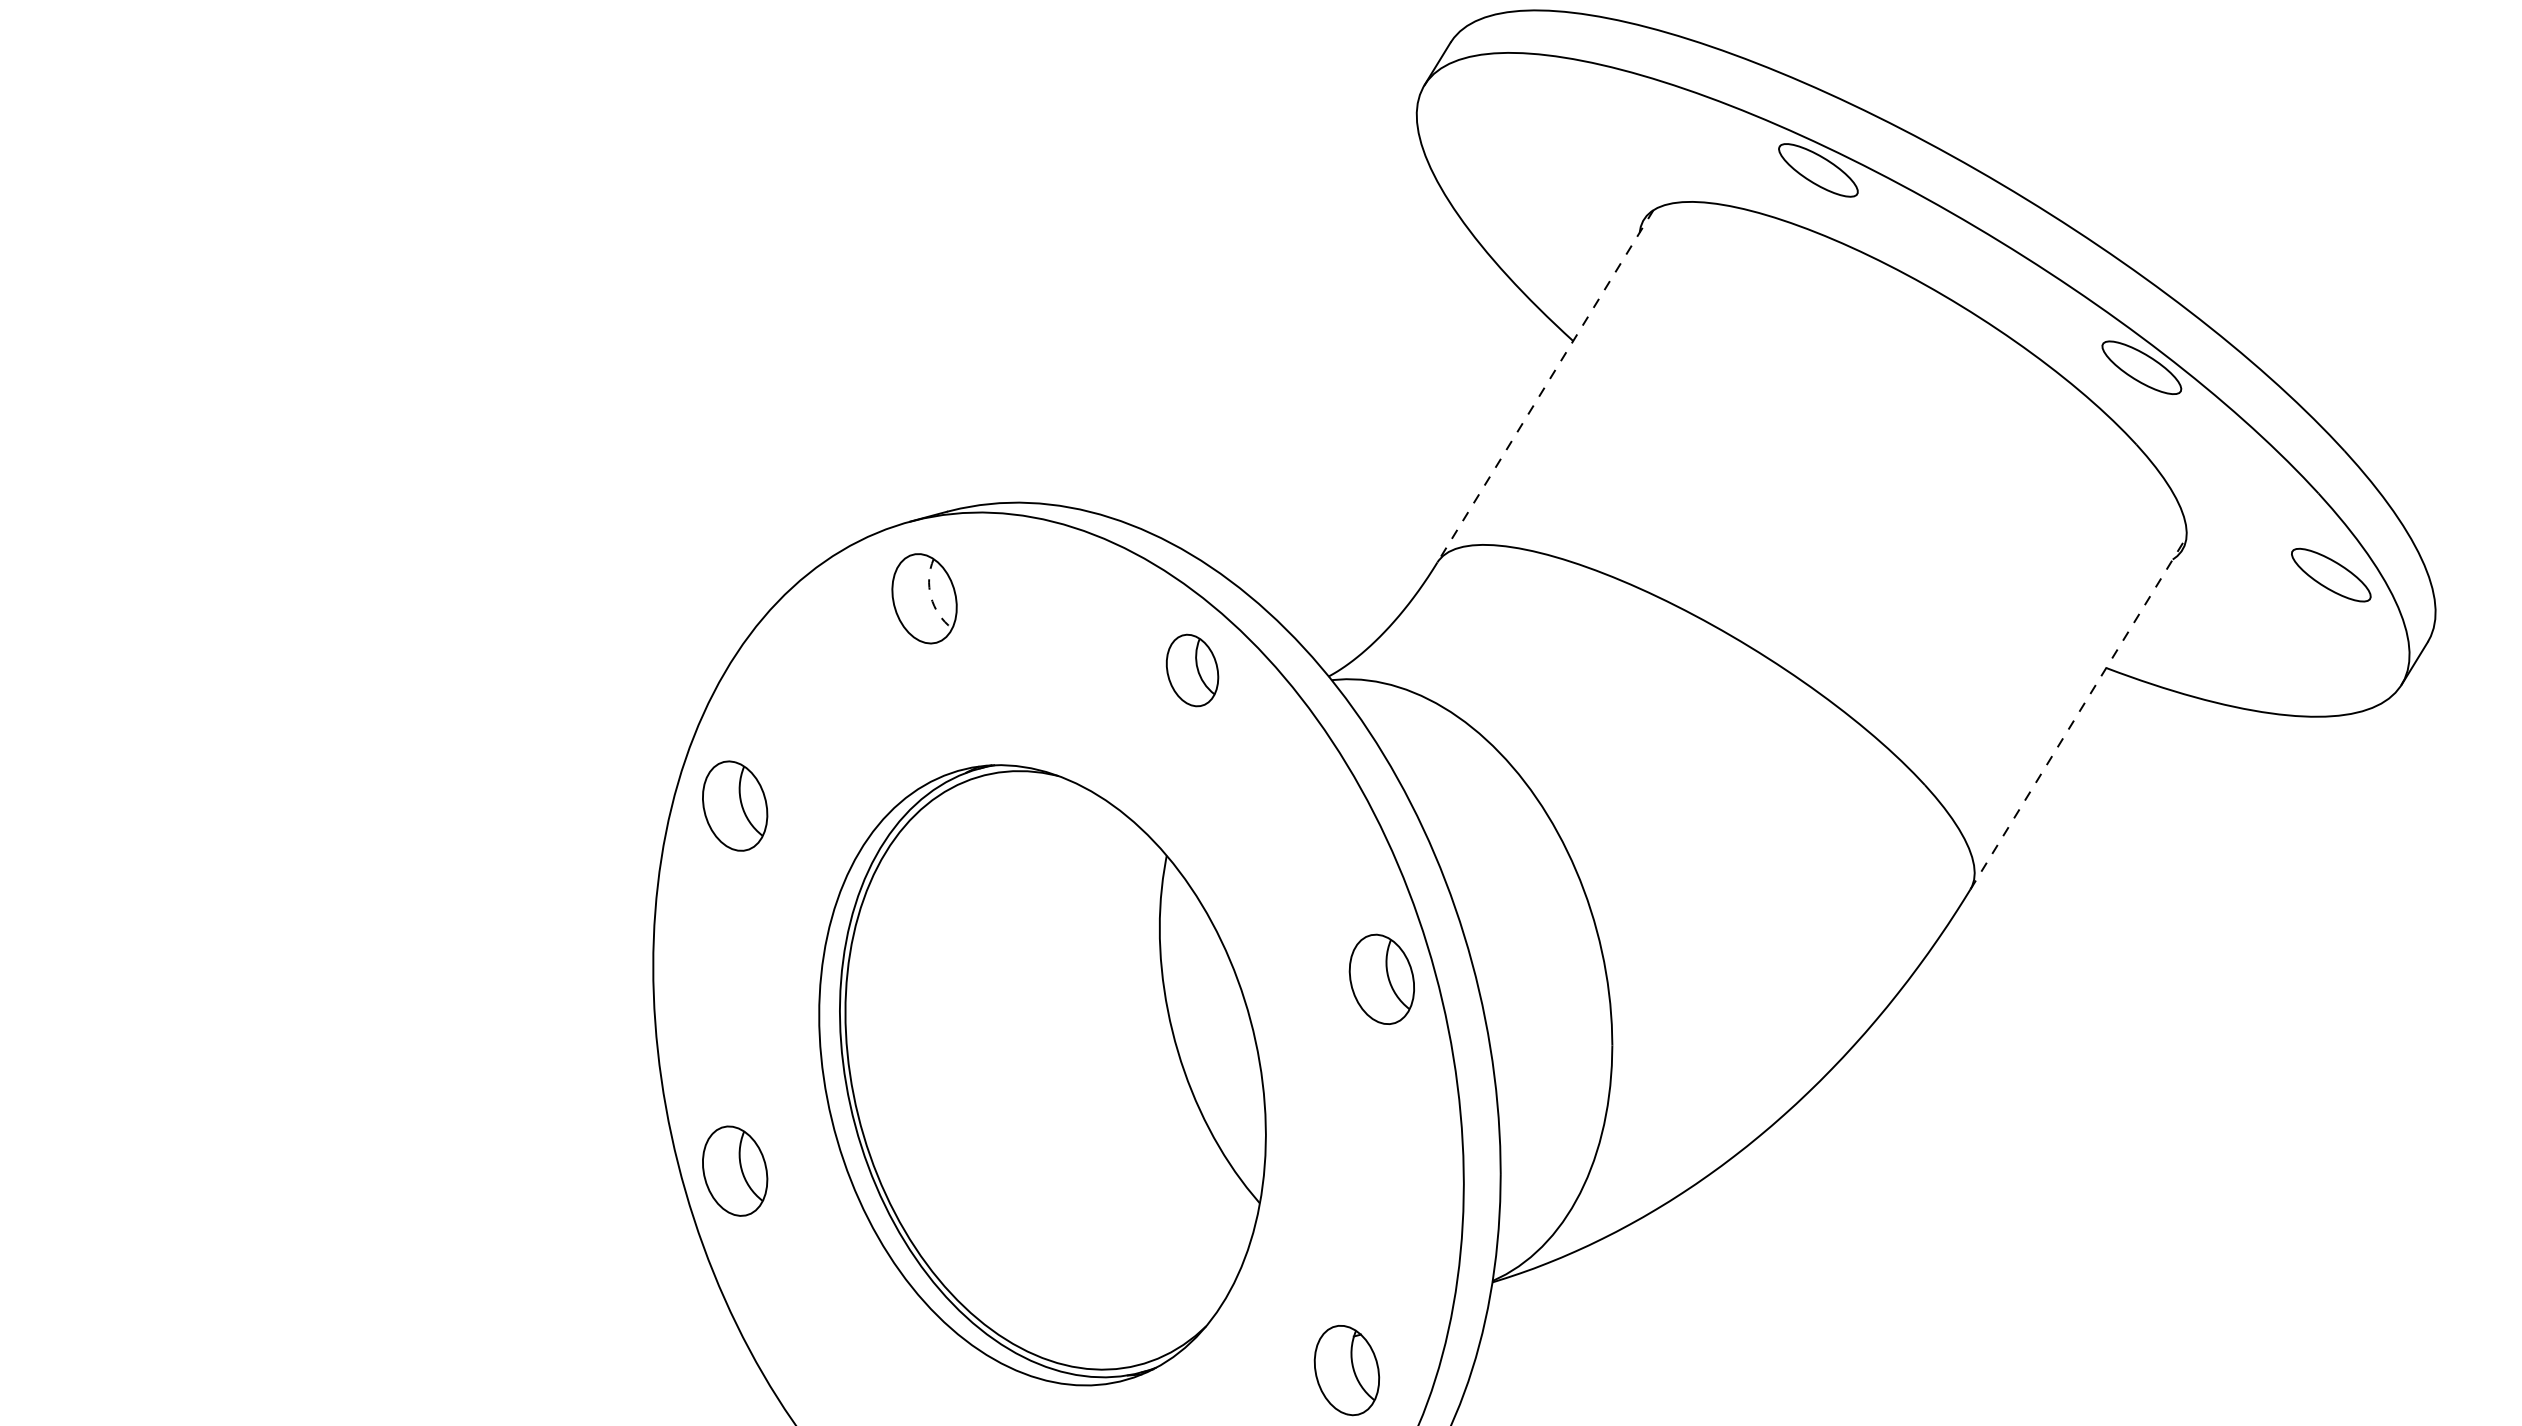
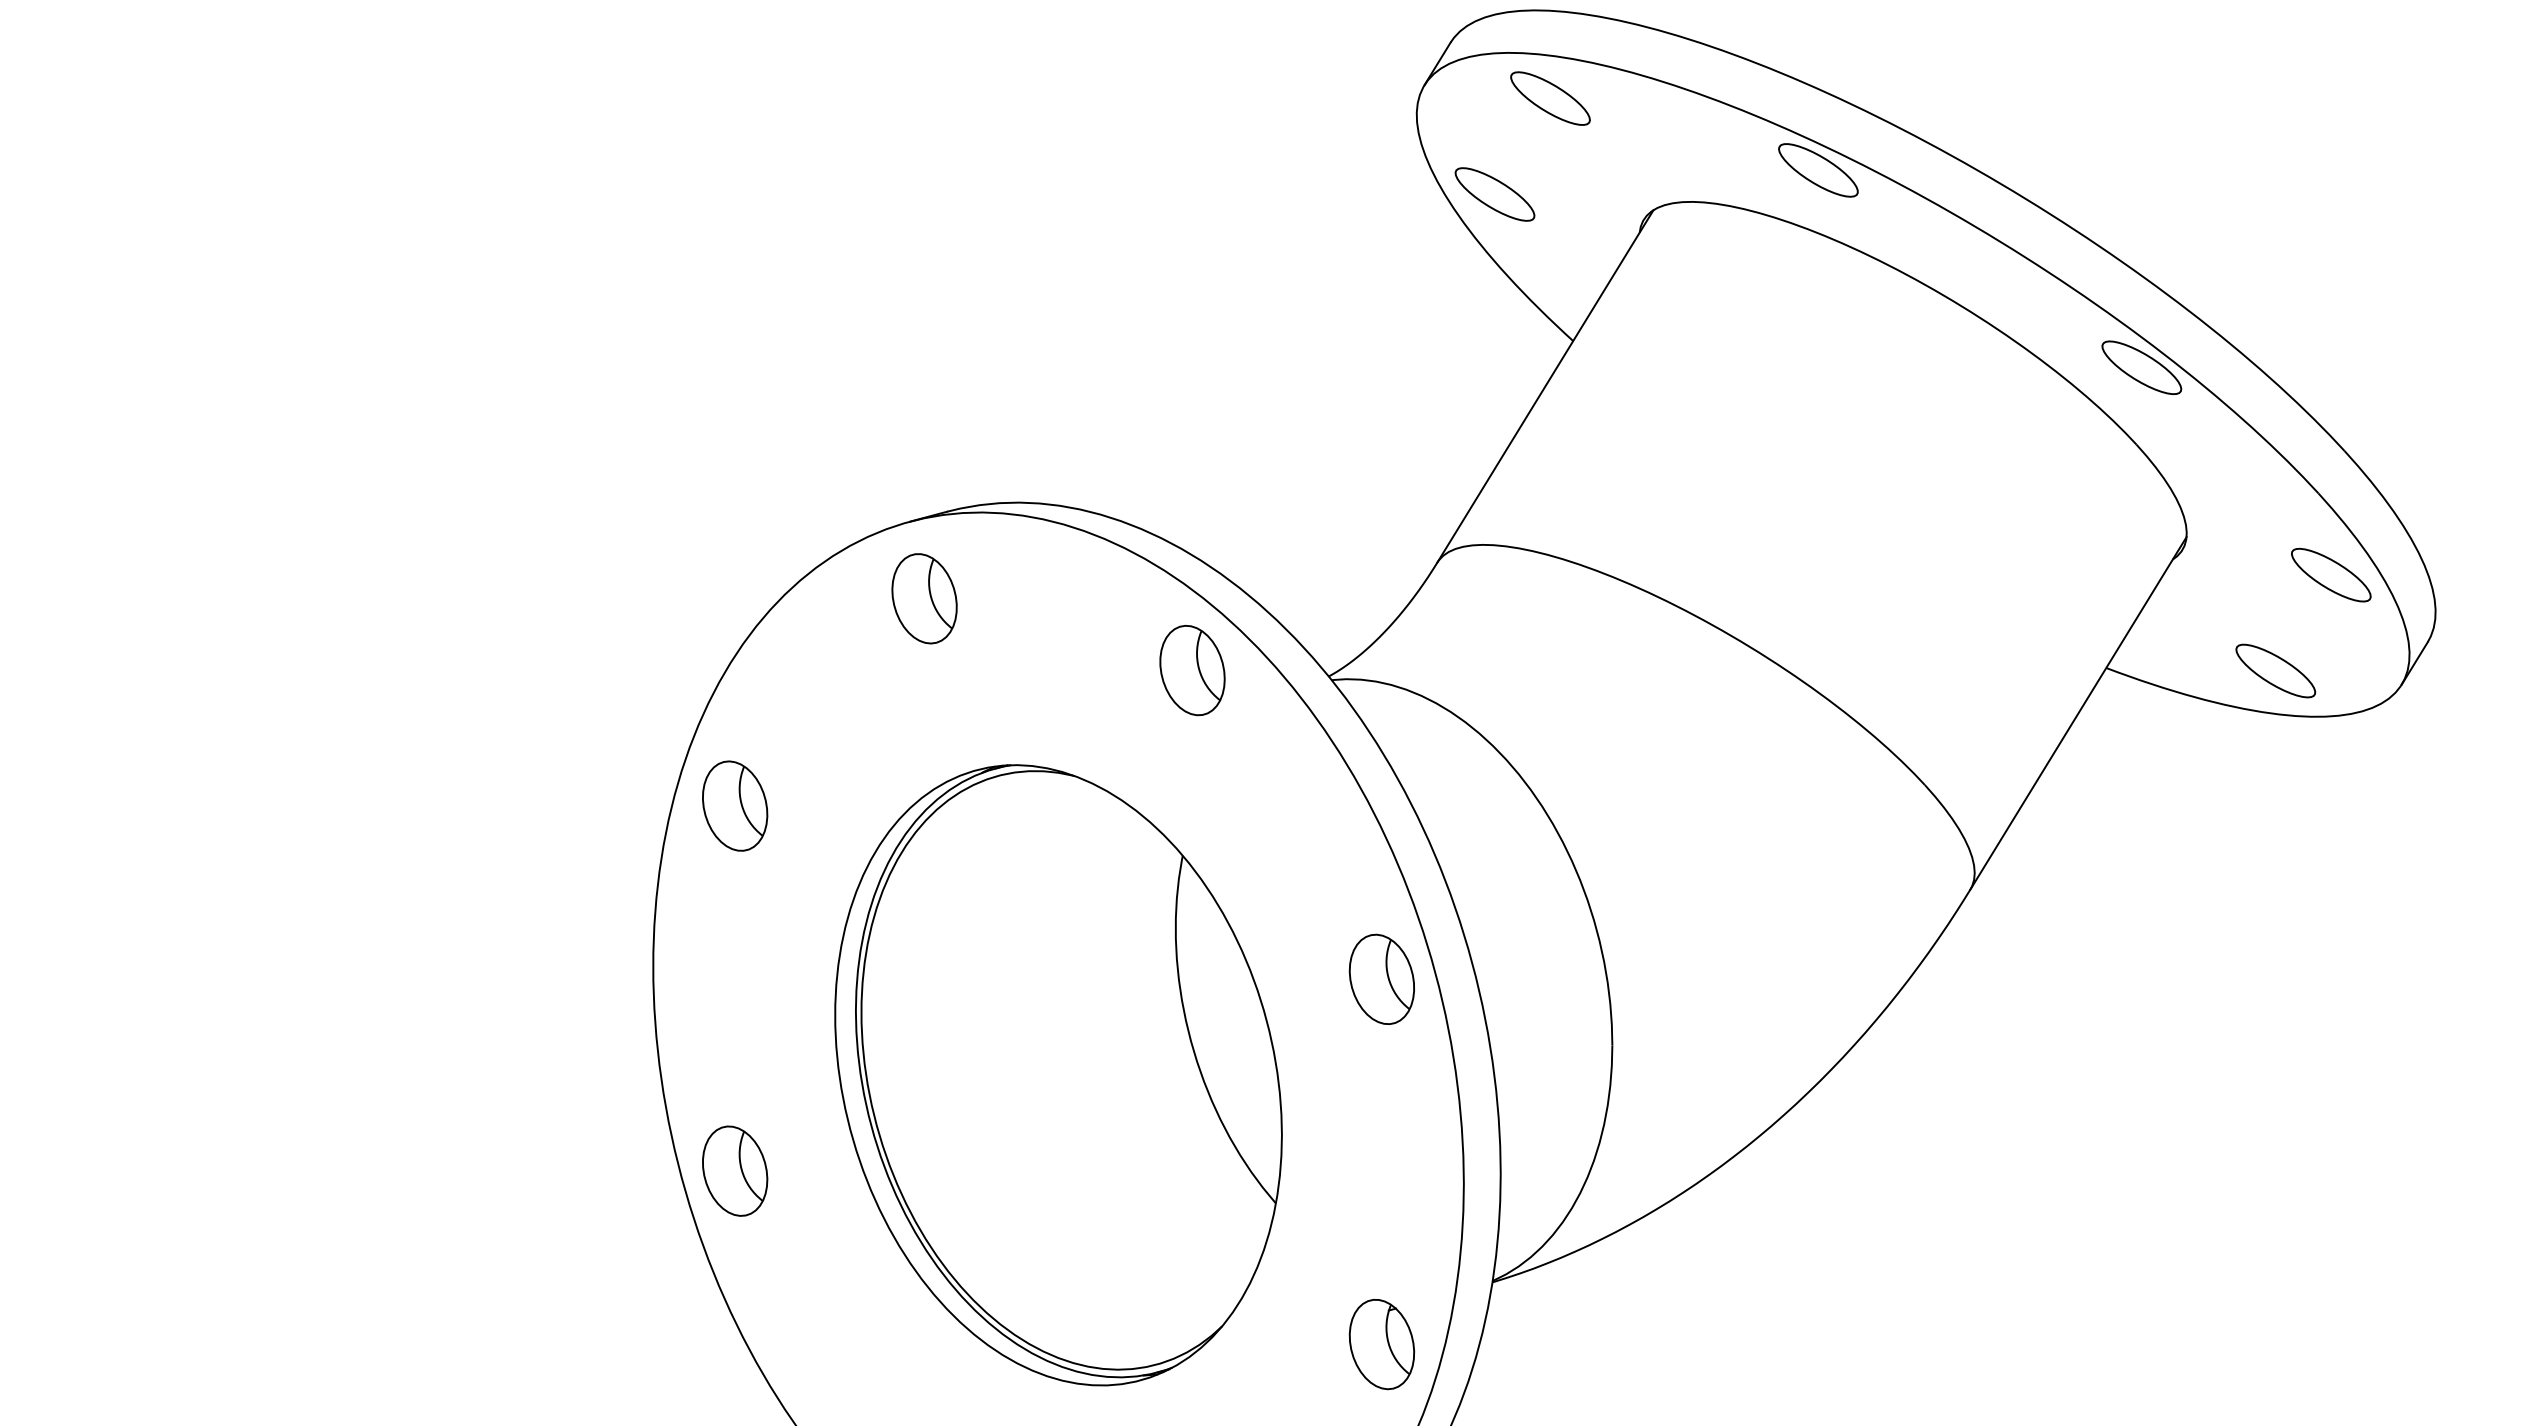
part at (1550, 98): none -> present
part at (1494, 194): none -> present
line at (1545, 386): dashed -> solid
arc at (931, 597): dashed -> solid
part at (1192, 670) size: 55x75 px -> 67x93 px
part at (2275, 670): none -> present
line at (2078, 713): dashed -> solid
part at (1042, 1075) position: (1042, 1075) -> (1058, 1075)
part at (1346, 1370) position: (1346, 1370) -> (1381, 1344)
